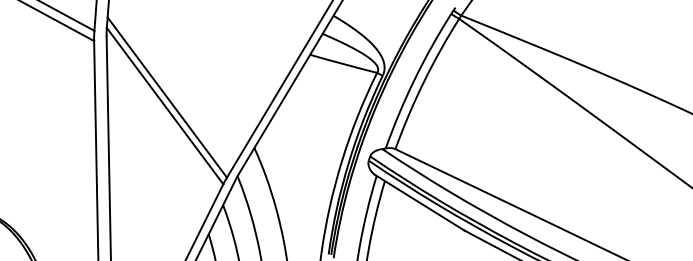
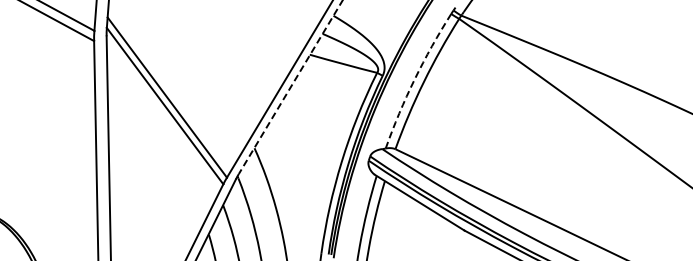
arc at (414, 79): solid -> dashed
line at (290, 87): solid -> dashed
